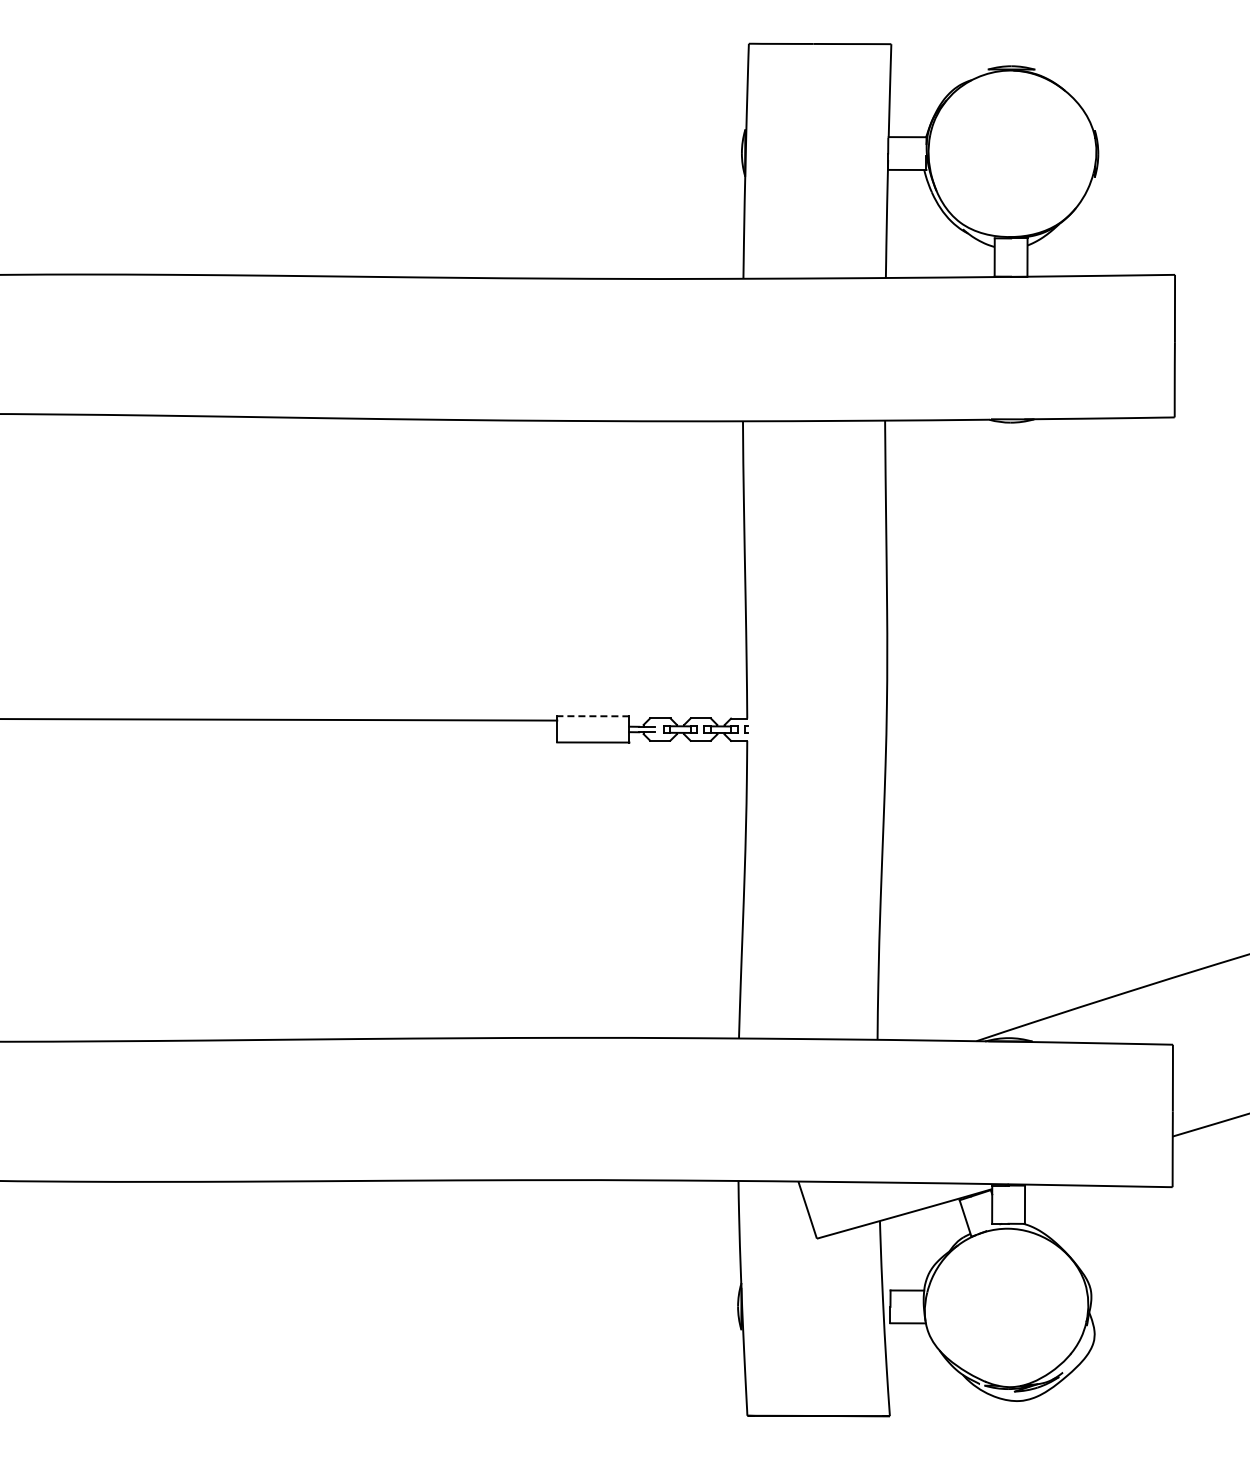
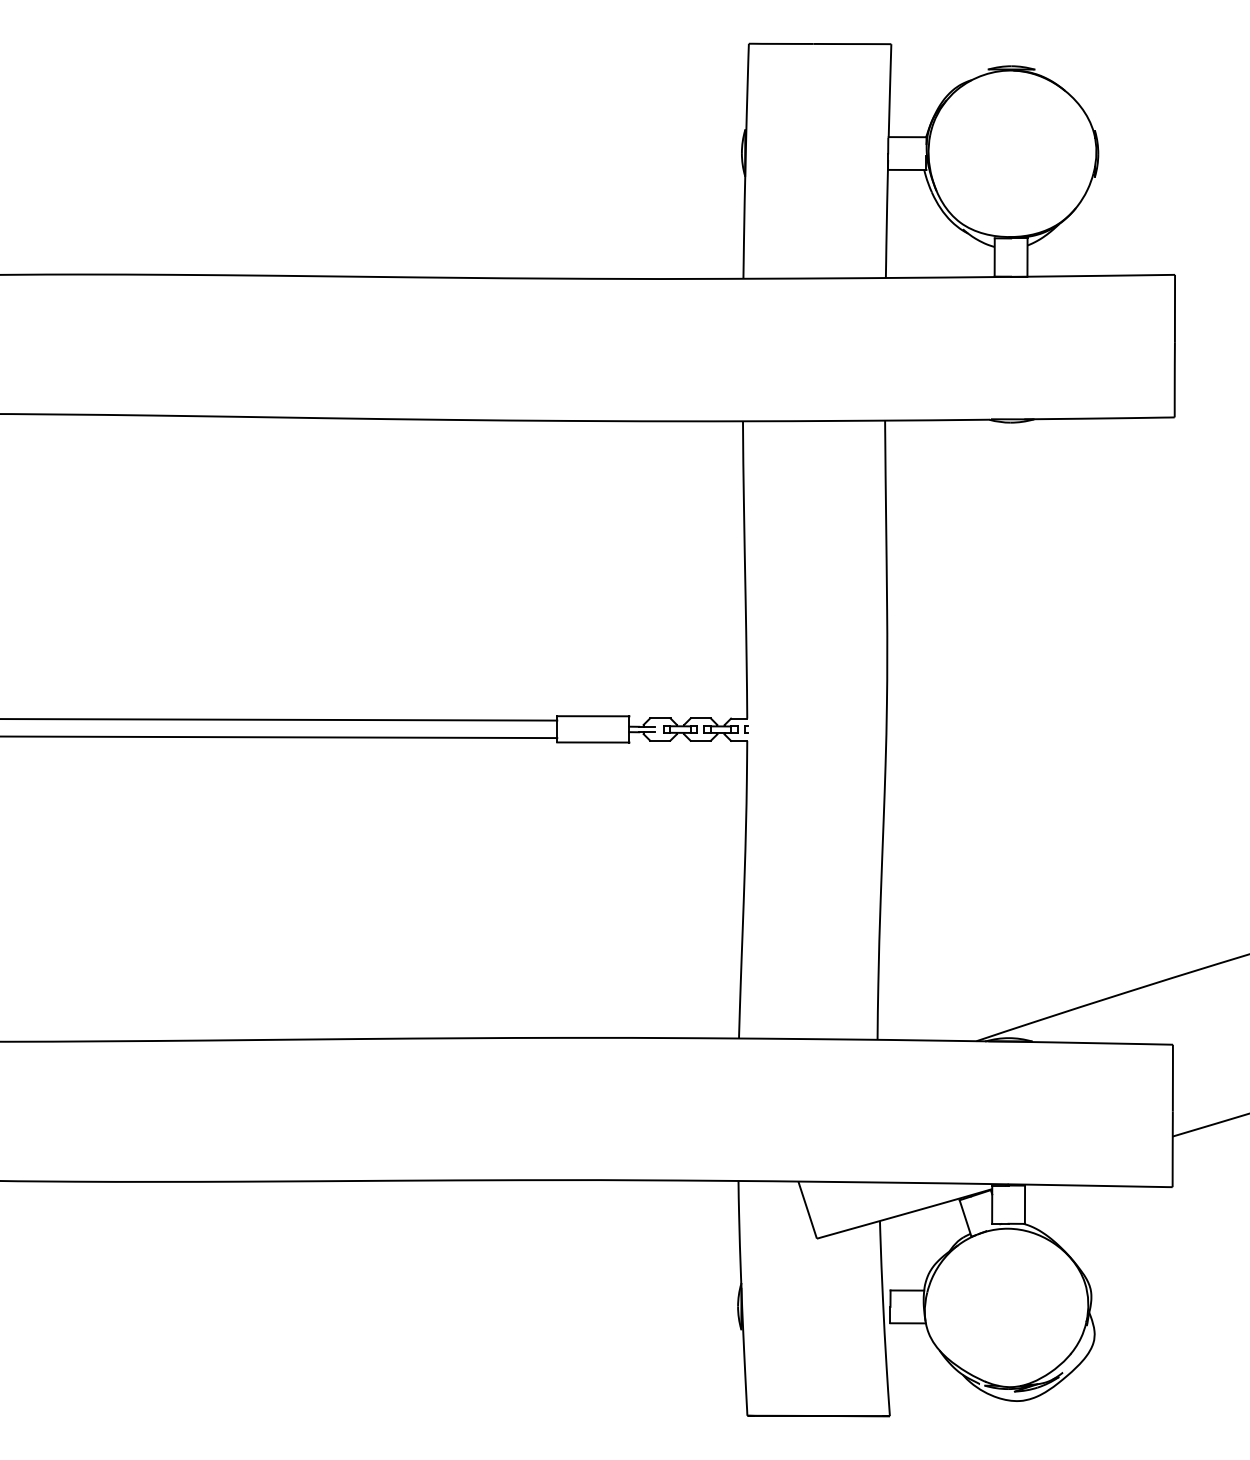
line at (592, 716): dashed -> solid
line at (279, 737): none -> present
